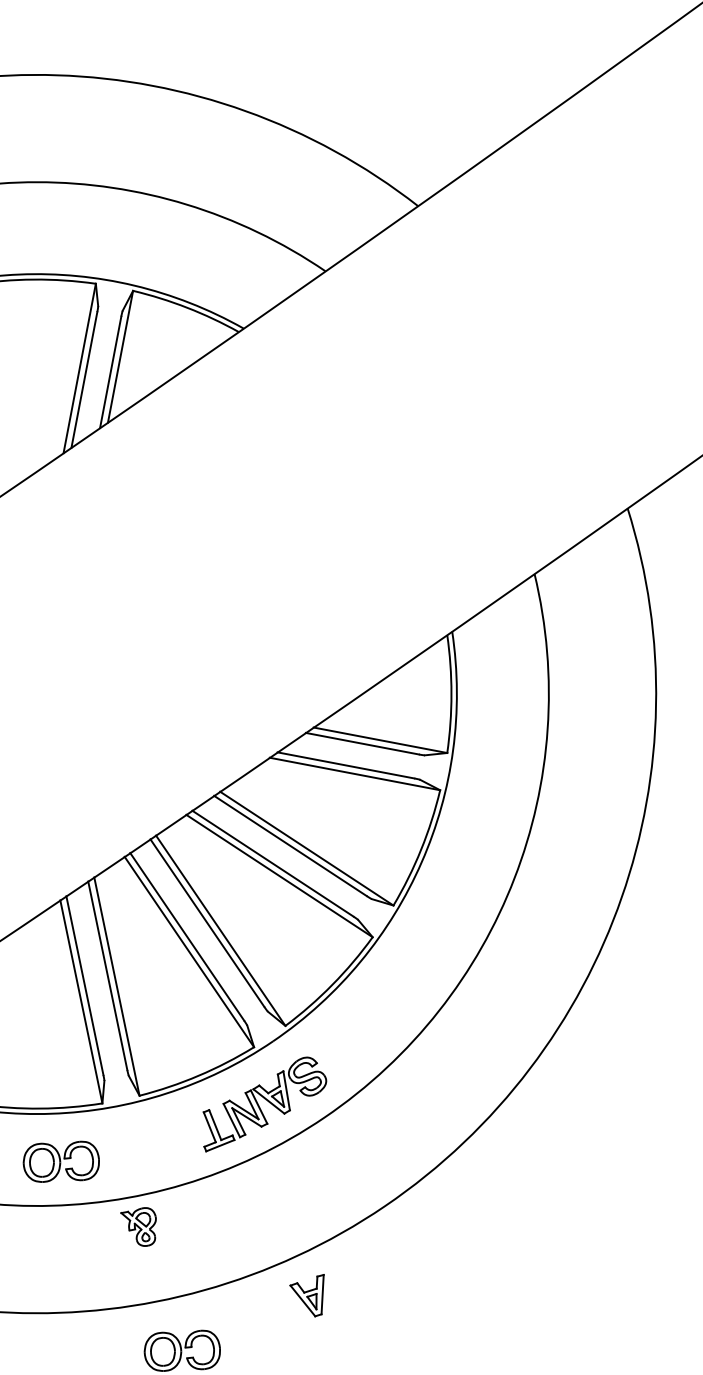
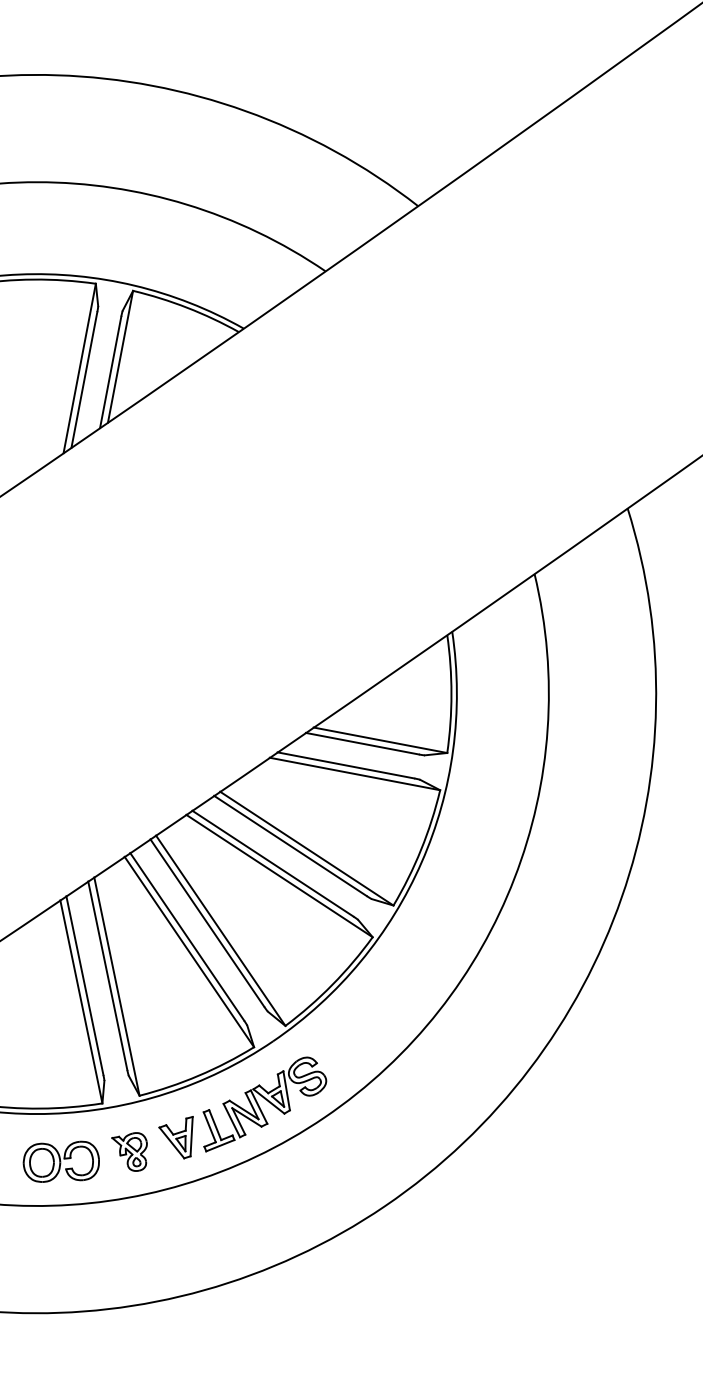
part at (138, 1226) position: (138, 1226) -> (129, 1151)
part at (306, 1295) position: (306, 1295) -> (175, 1137)
part at (181, 1350): present -> none
